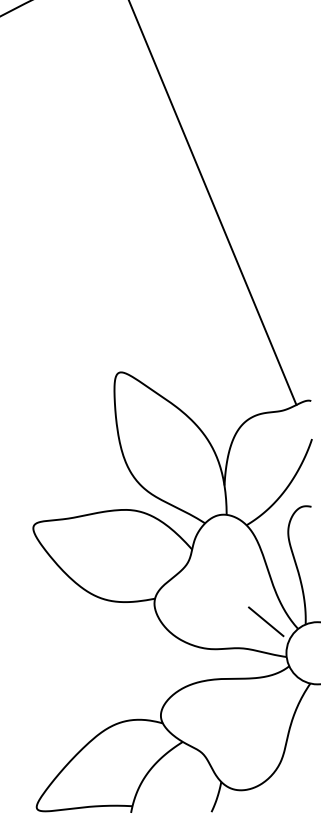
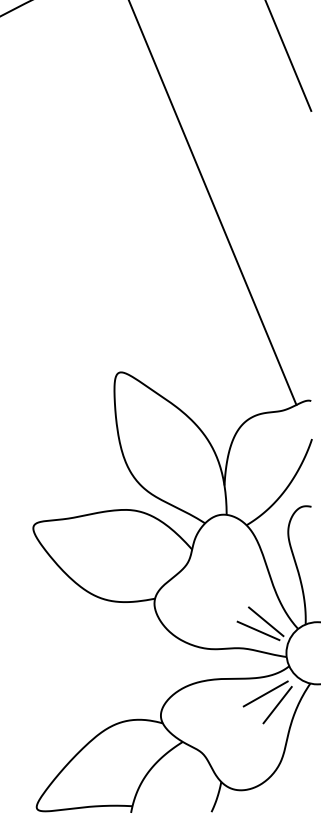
line at (288, 56): none -> present
line at (258, 630): none -> present
part at (263, 696): none -> present
